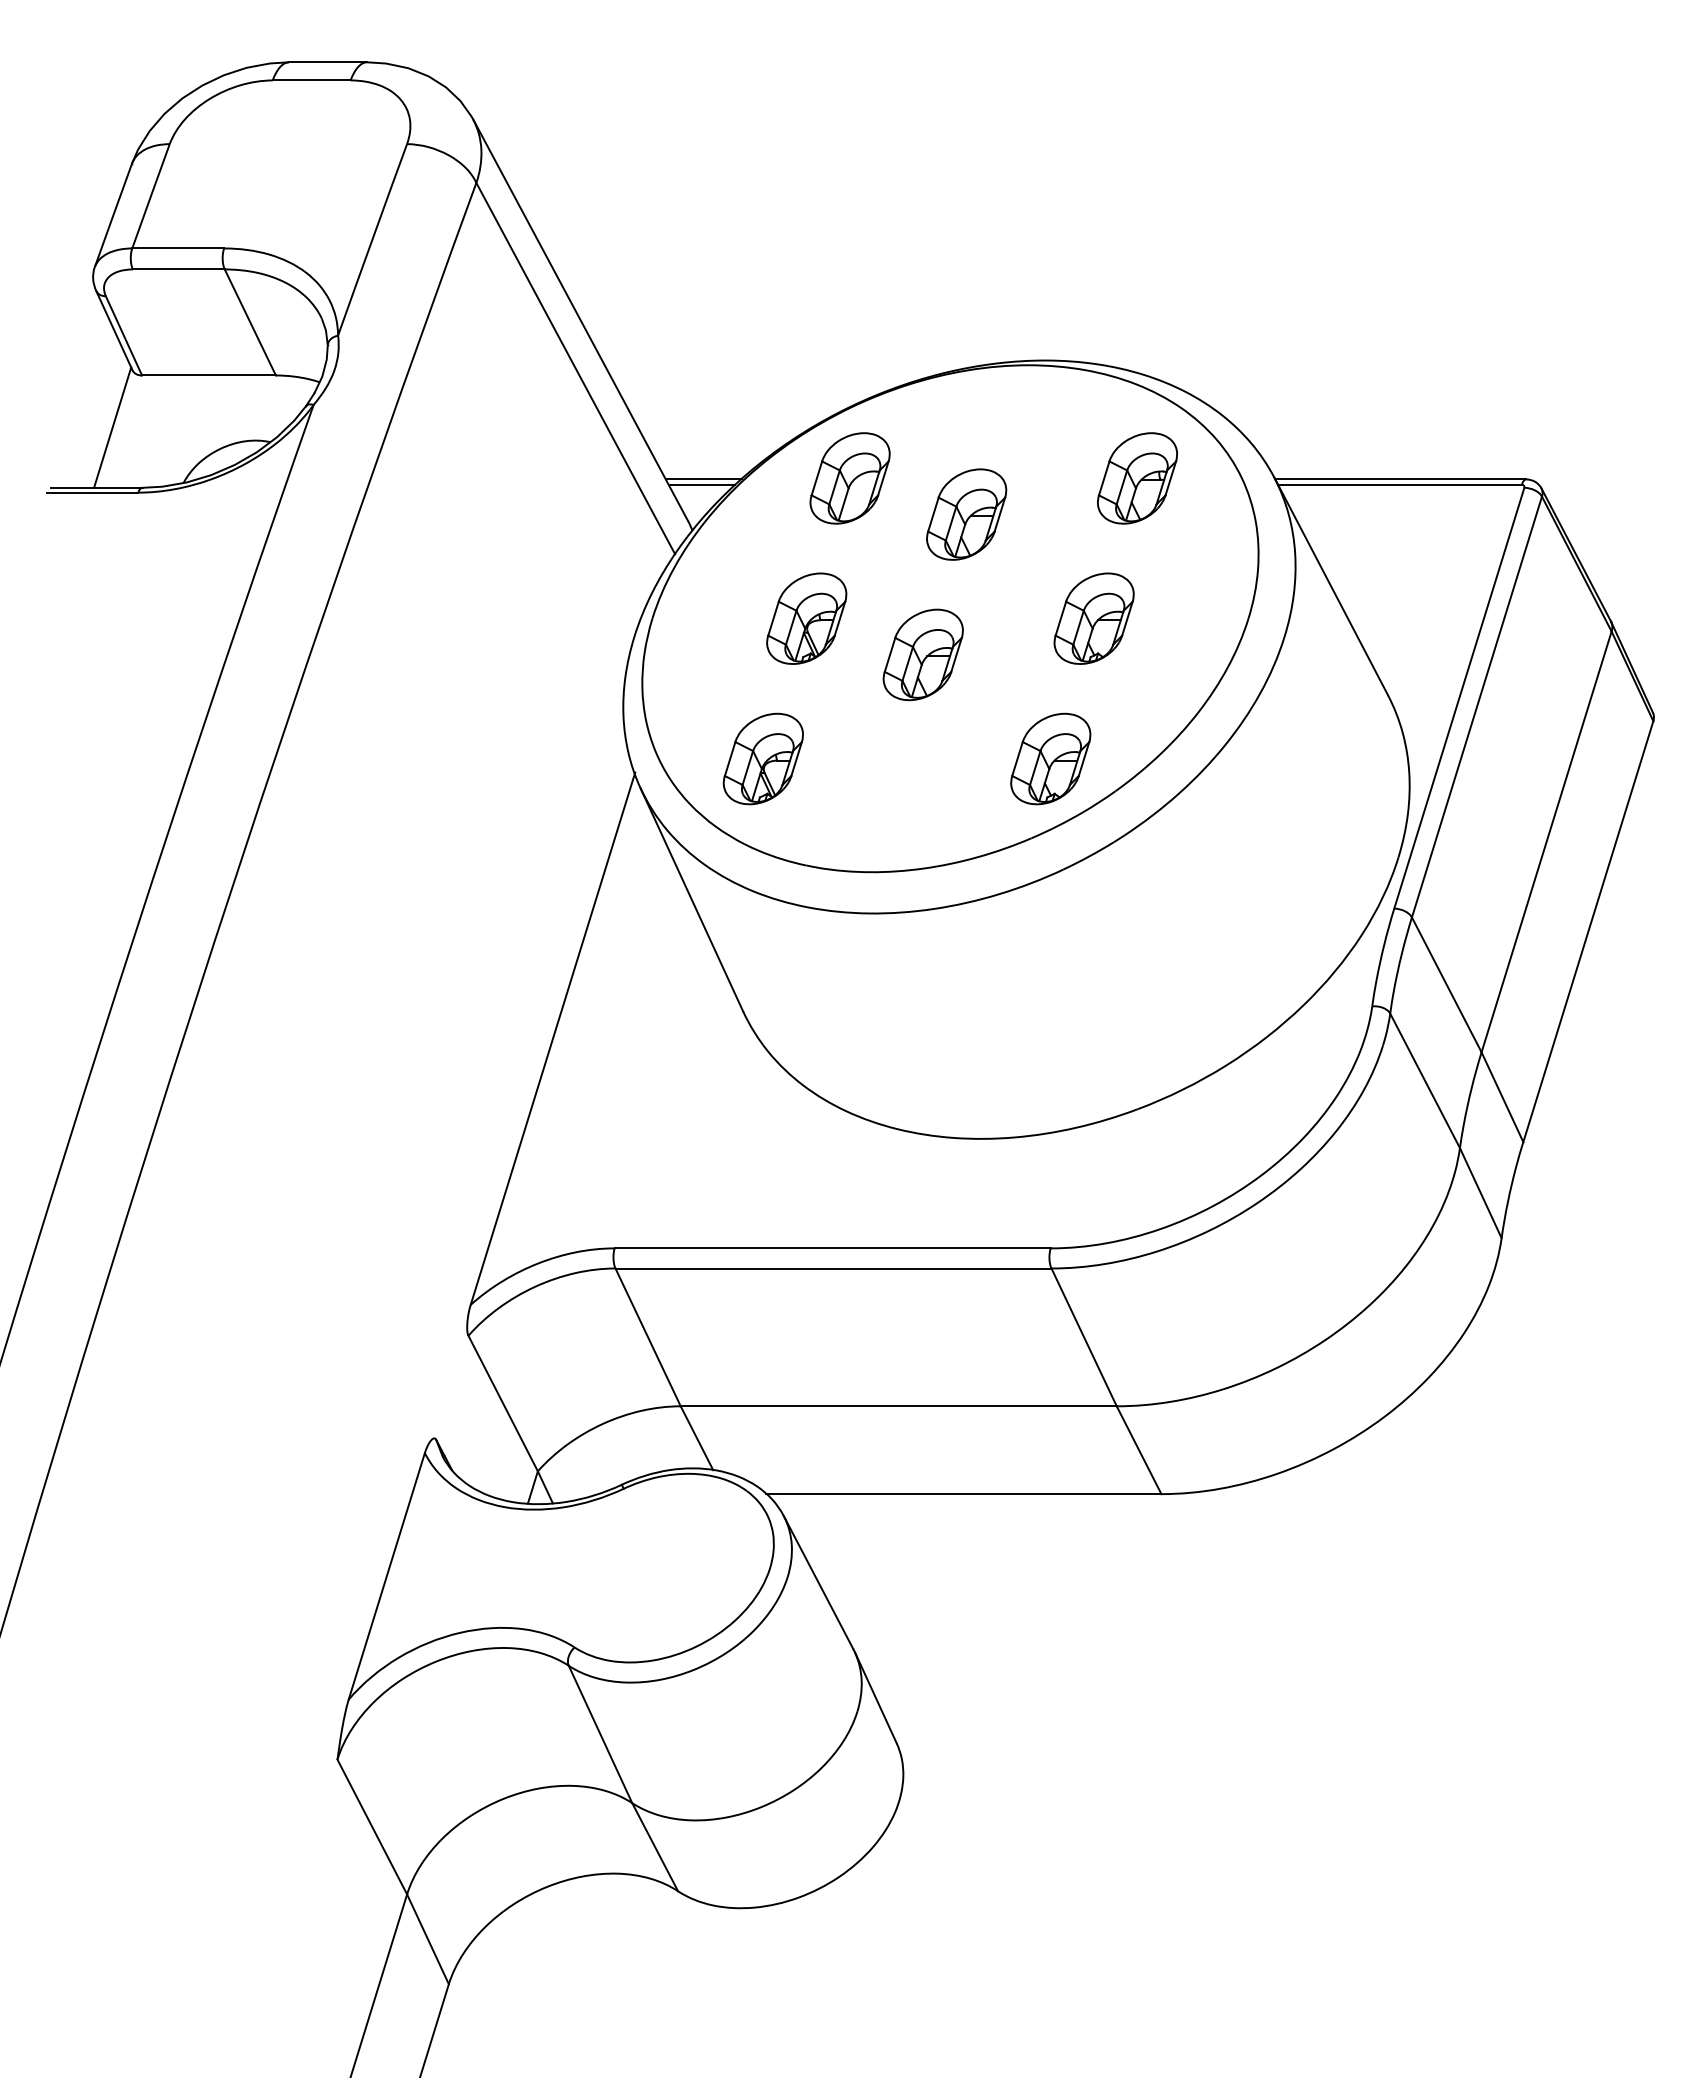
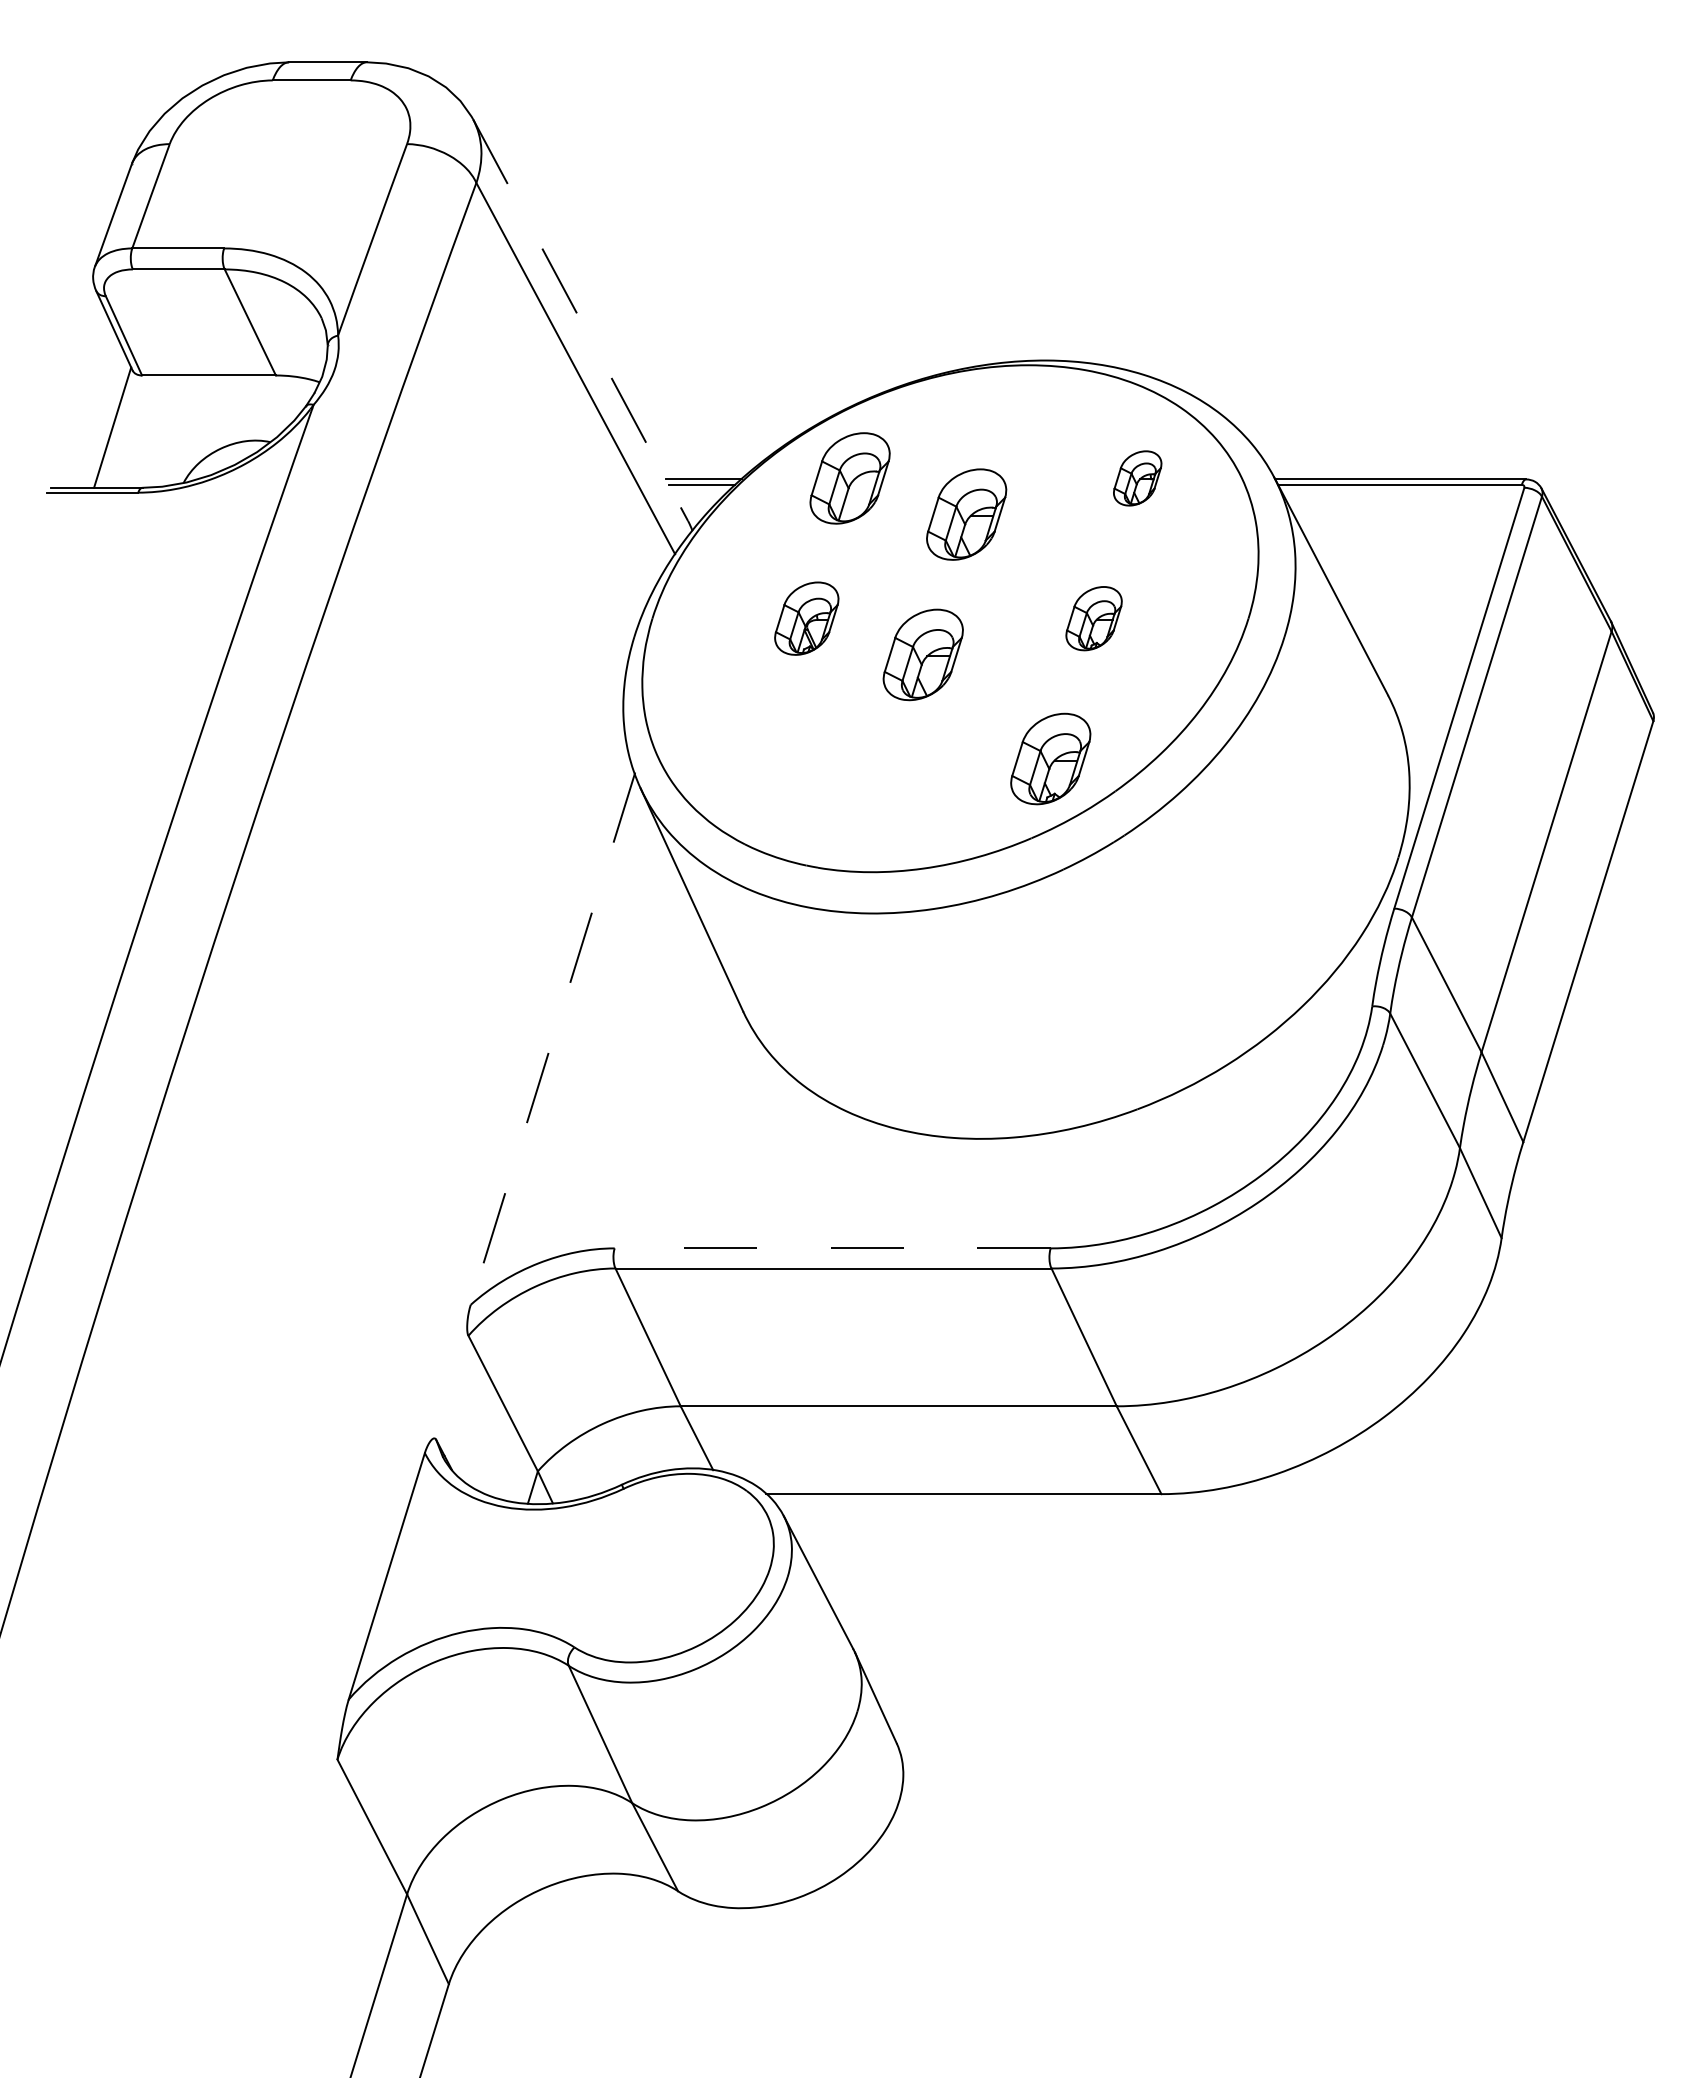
line at (580, 320): solid -> dashed
part at (1137, 478) size: 82x93 px -> 50x57 px
part at (806, 618) size: 82x93 px -> 66x75 px
part at (1093, 618) size: 82x93 px -> 58x66 px
part at (762, 758): present -> none
line at (552, 1038): solid -> dashed
line at (832, 1248): solid -> dashed
